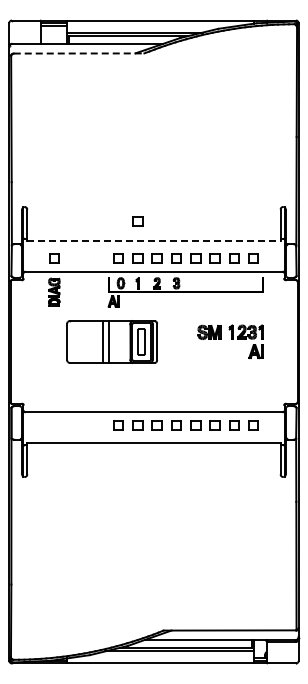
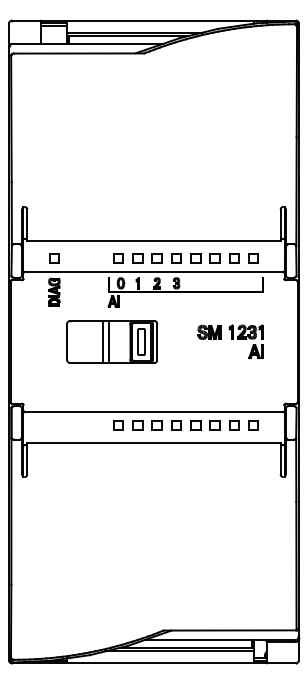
line at (79, 53): dashed -> solid
part at (137, 221): present -> none
line at (153, 241): dashed -> solid
